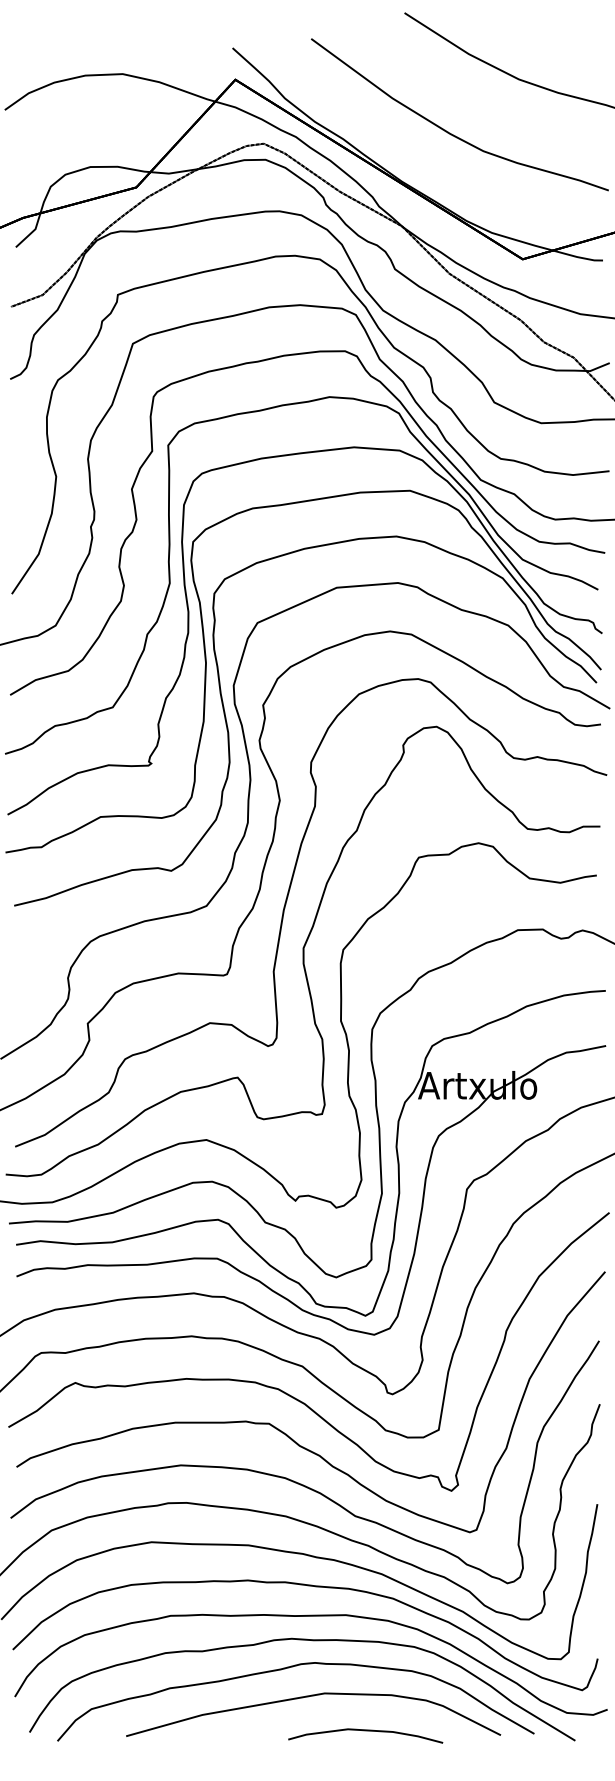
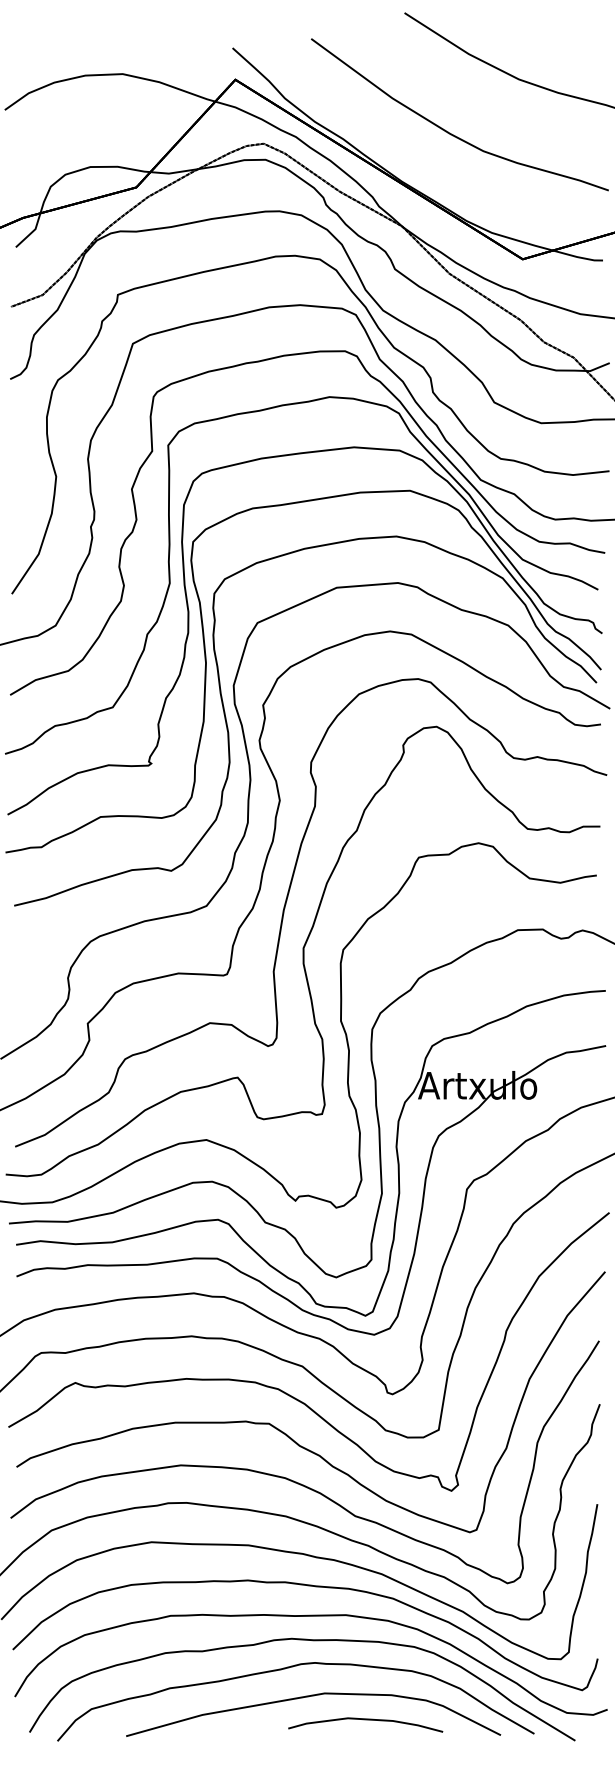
curve at (365, 1731) position: (365, 1731) -> (365, 1720)
